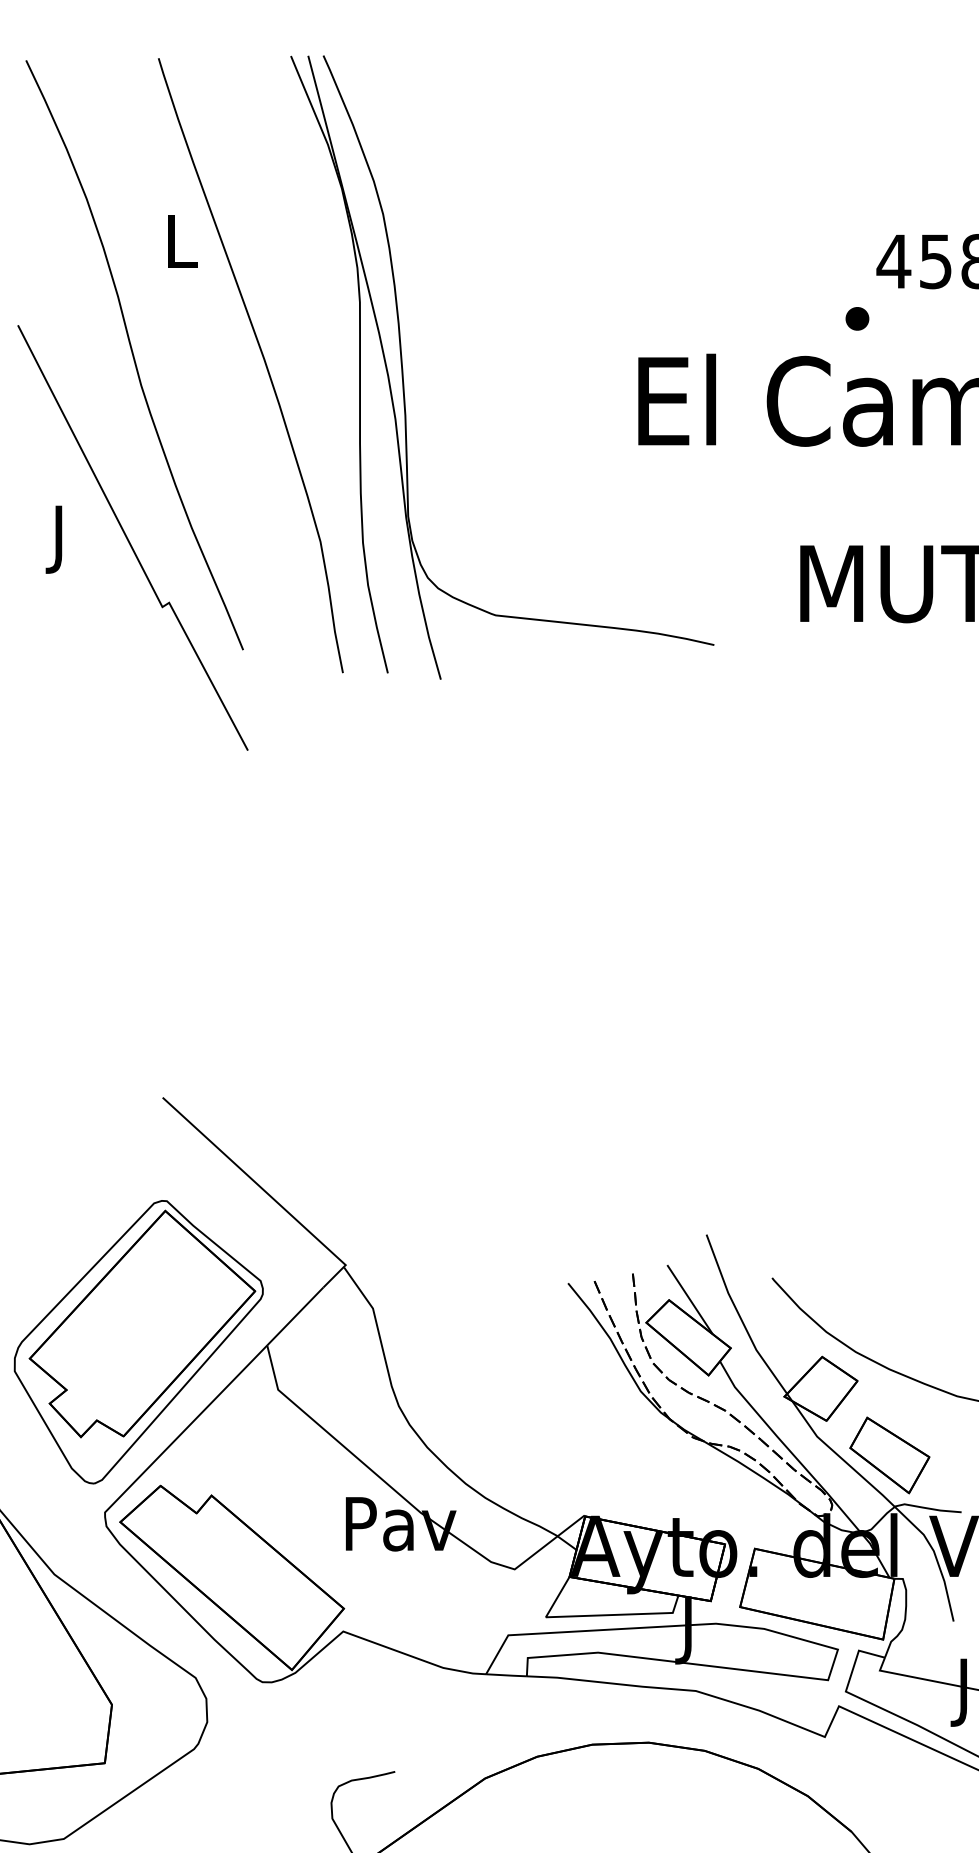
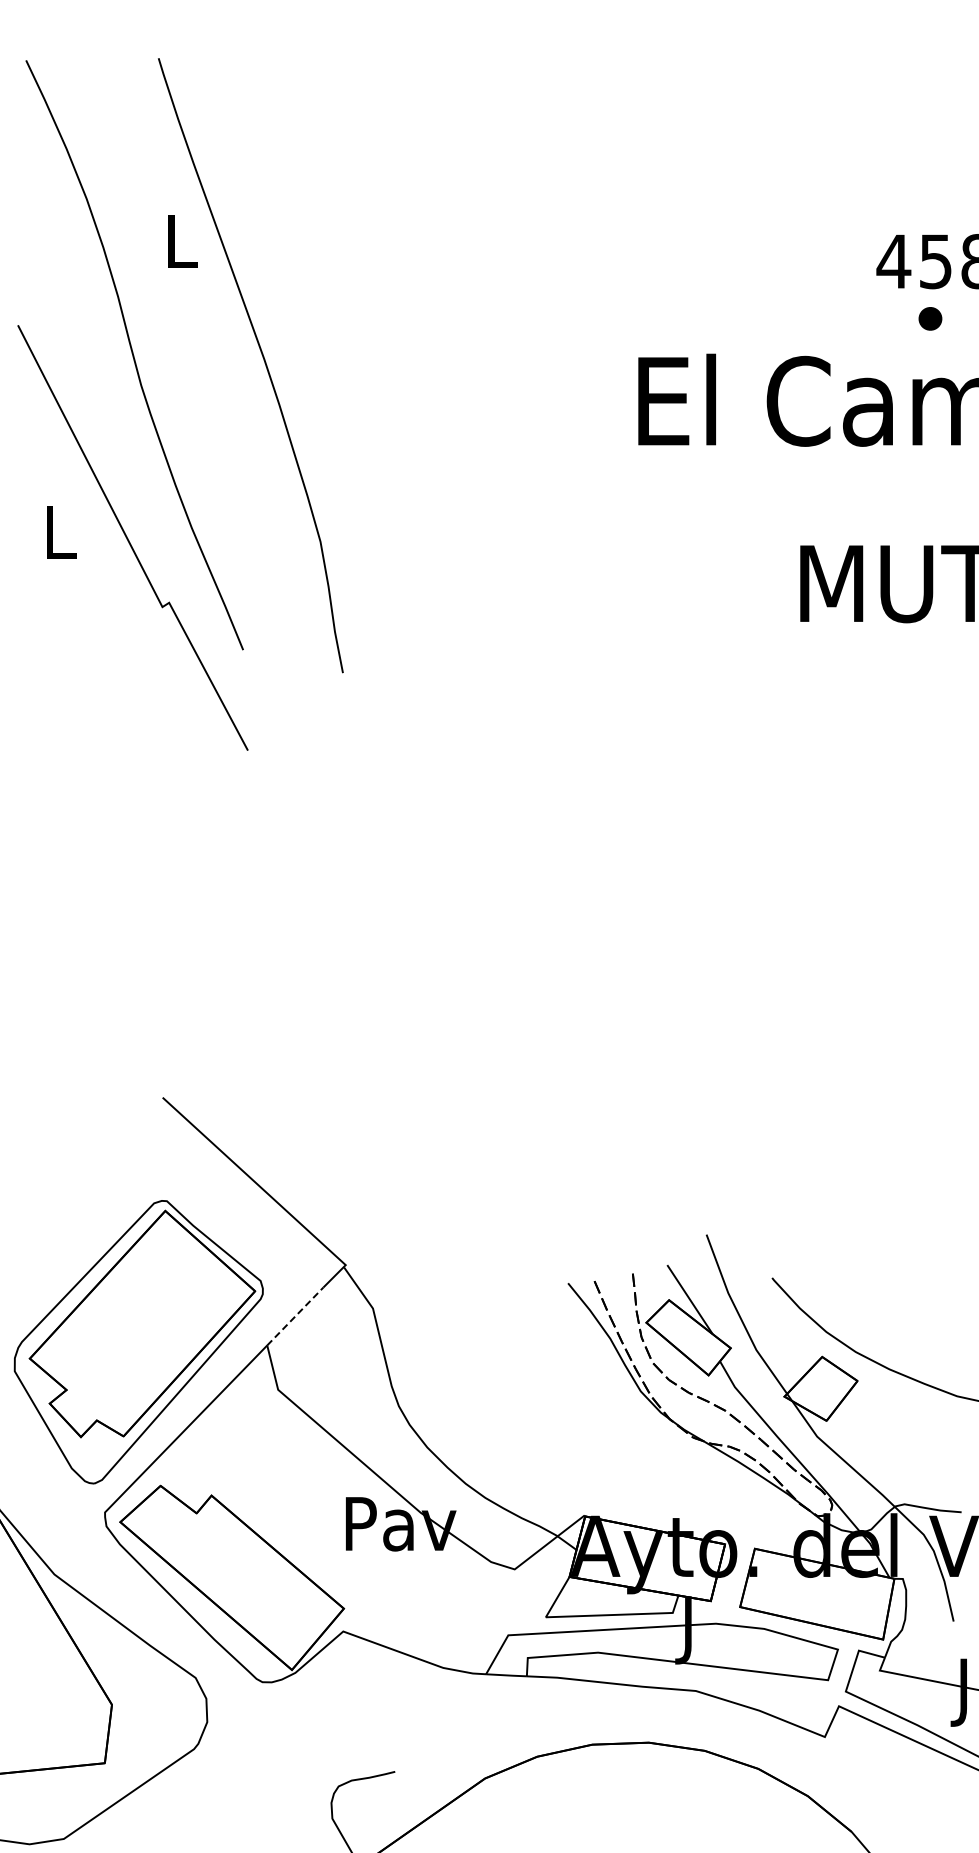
part at (857, 318) position: (857, 318) -> (930, 318)
part at (403, 368): present -> none
text at (60, 539): J -> L
line at (295, 1316): solid -> dashed
part at (889, 1455): present -> none
